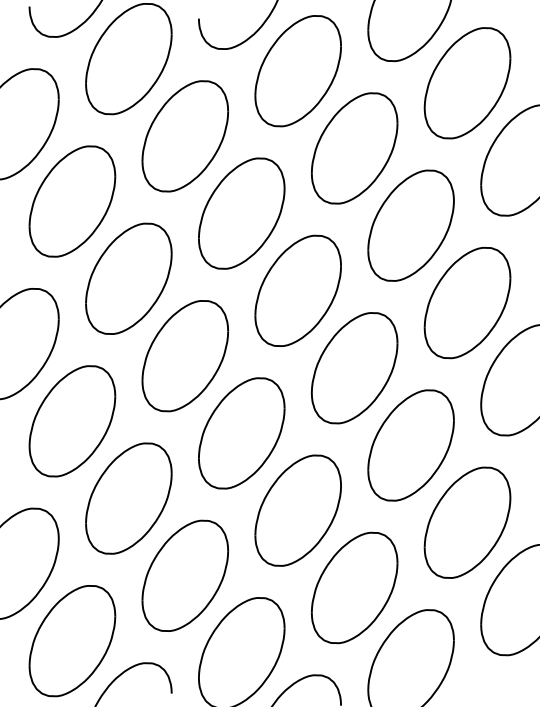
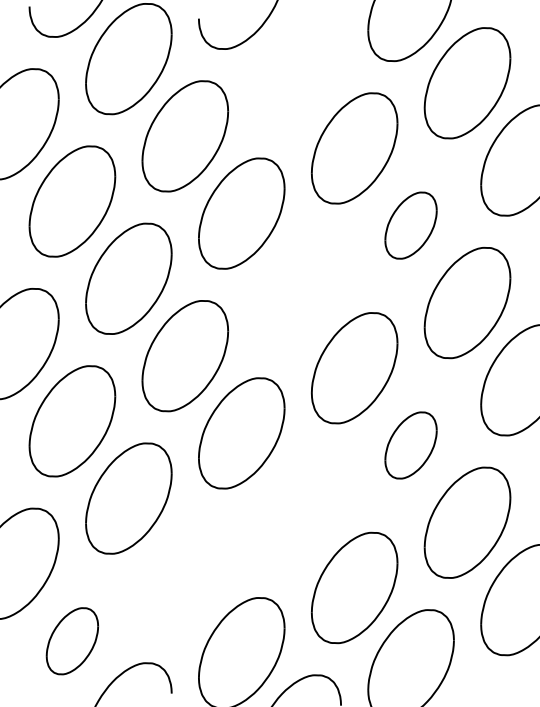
part at (297, 71): present -> none
part at (410, 225) size: 88x113 px -> 54x69 px
part at (297, 290): present -> none
part at (410, 445) size: 88x113 px -> 54x69 px
part at (297, 510): present -> none
part at (185, 575): present -> none
part at (72, 641) size: 89x113 px -> 55x69 px
